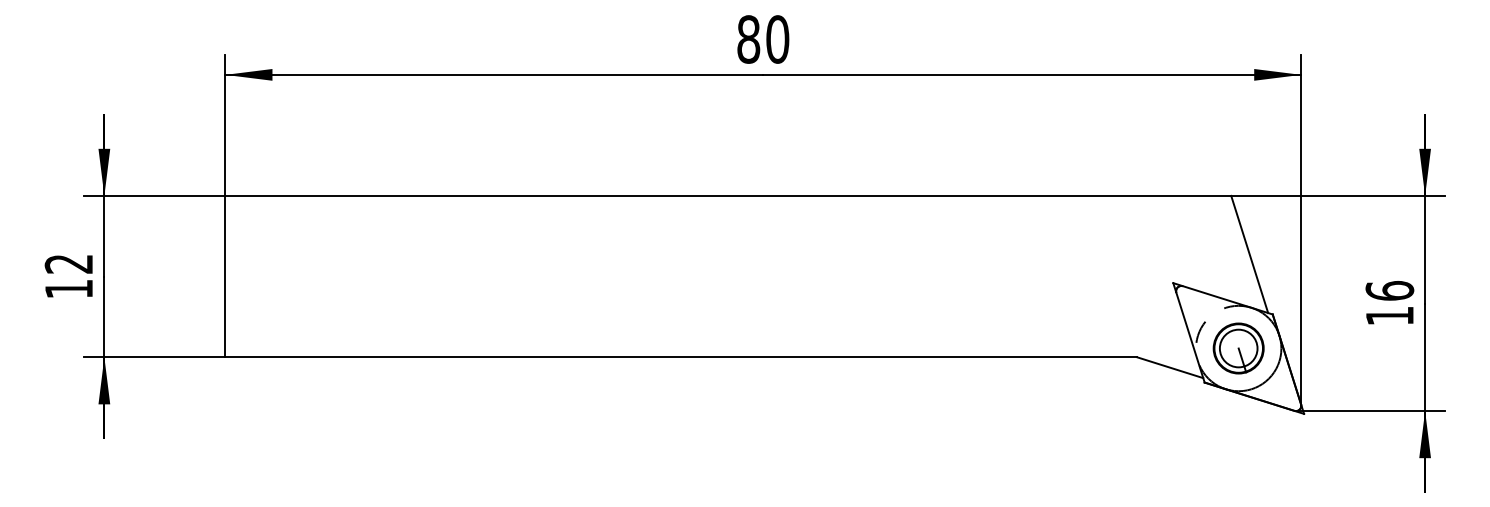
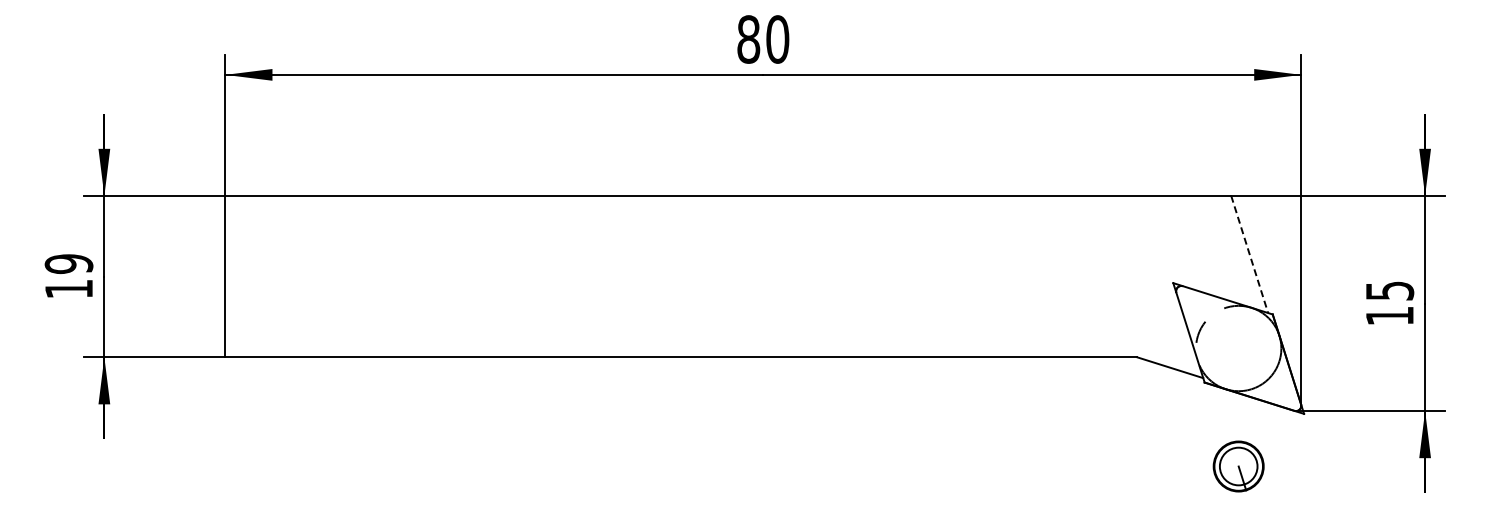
line at (1249, 254): solid -> dashed
text at (68, 264): 12 -> 19
text at (1389, 290): 16 -> 15
part at (1238, 348) position: (1238, 348) -> (1238, 466)
